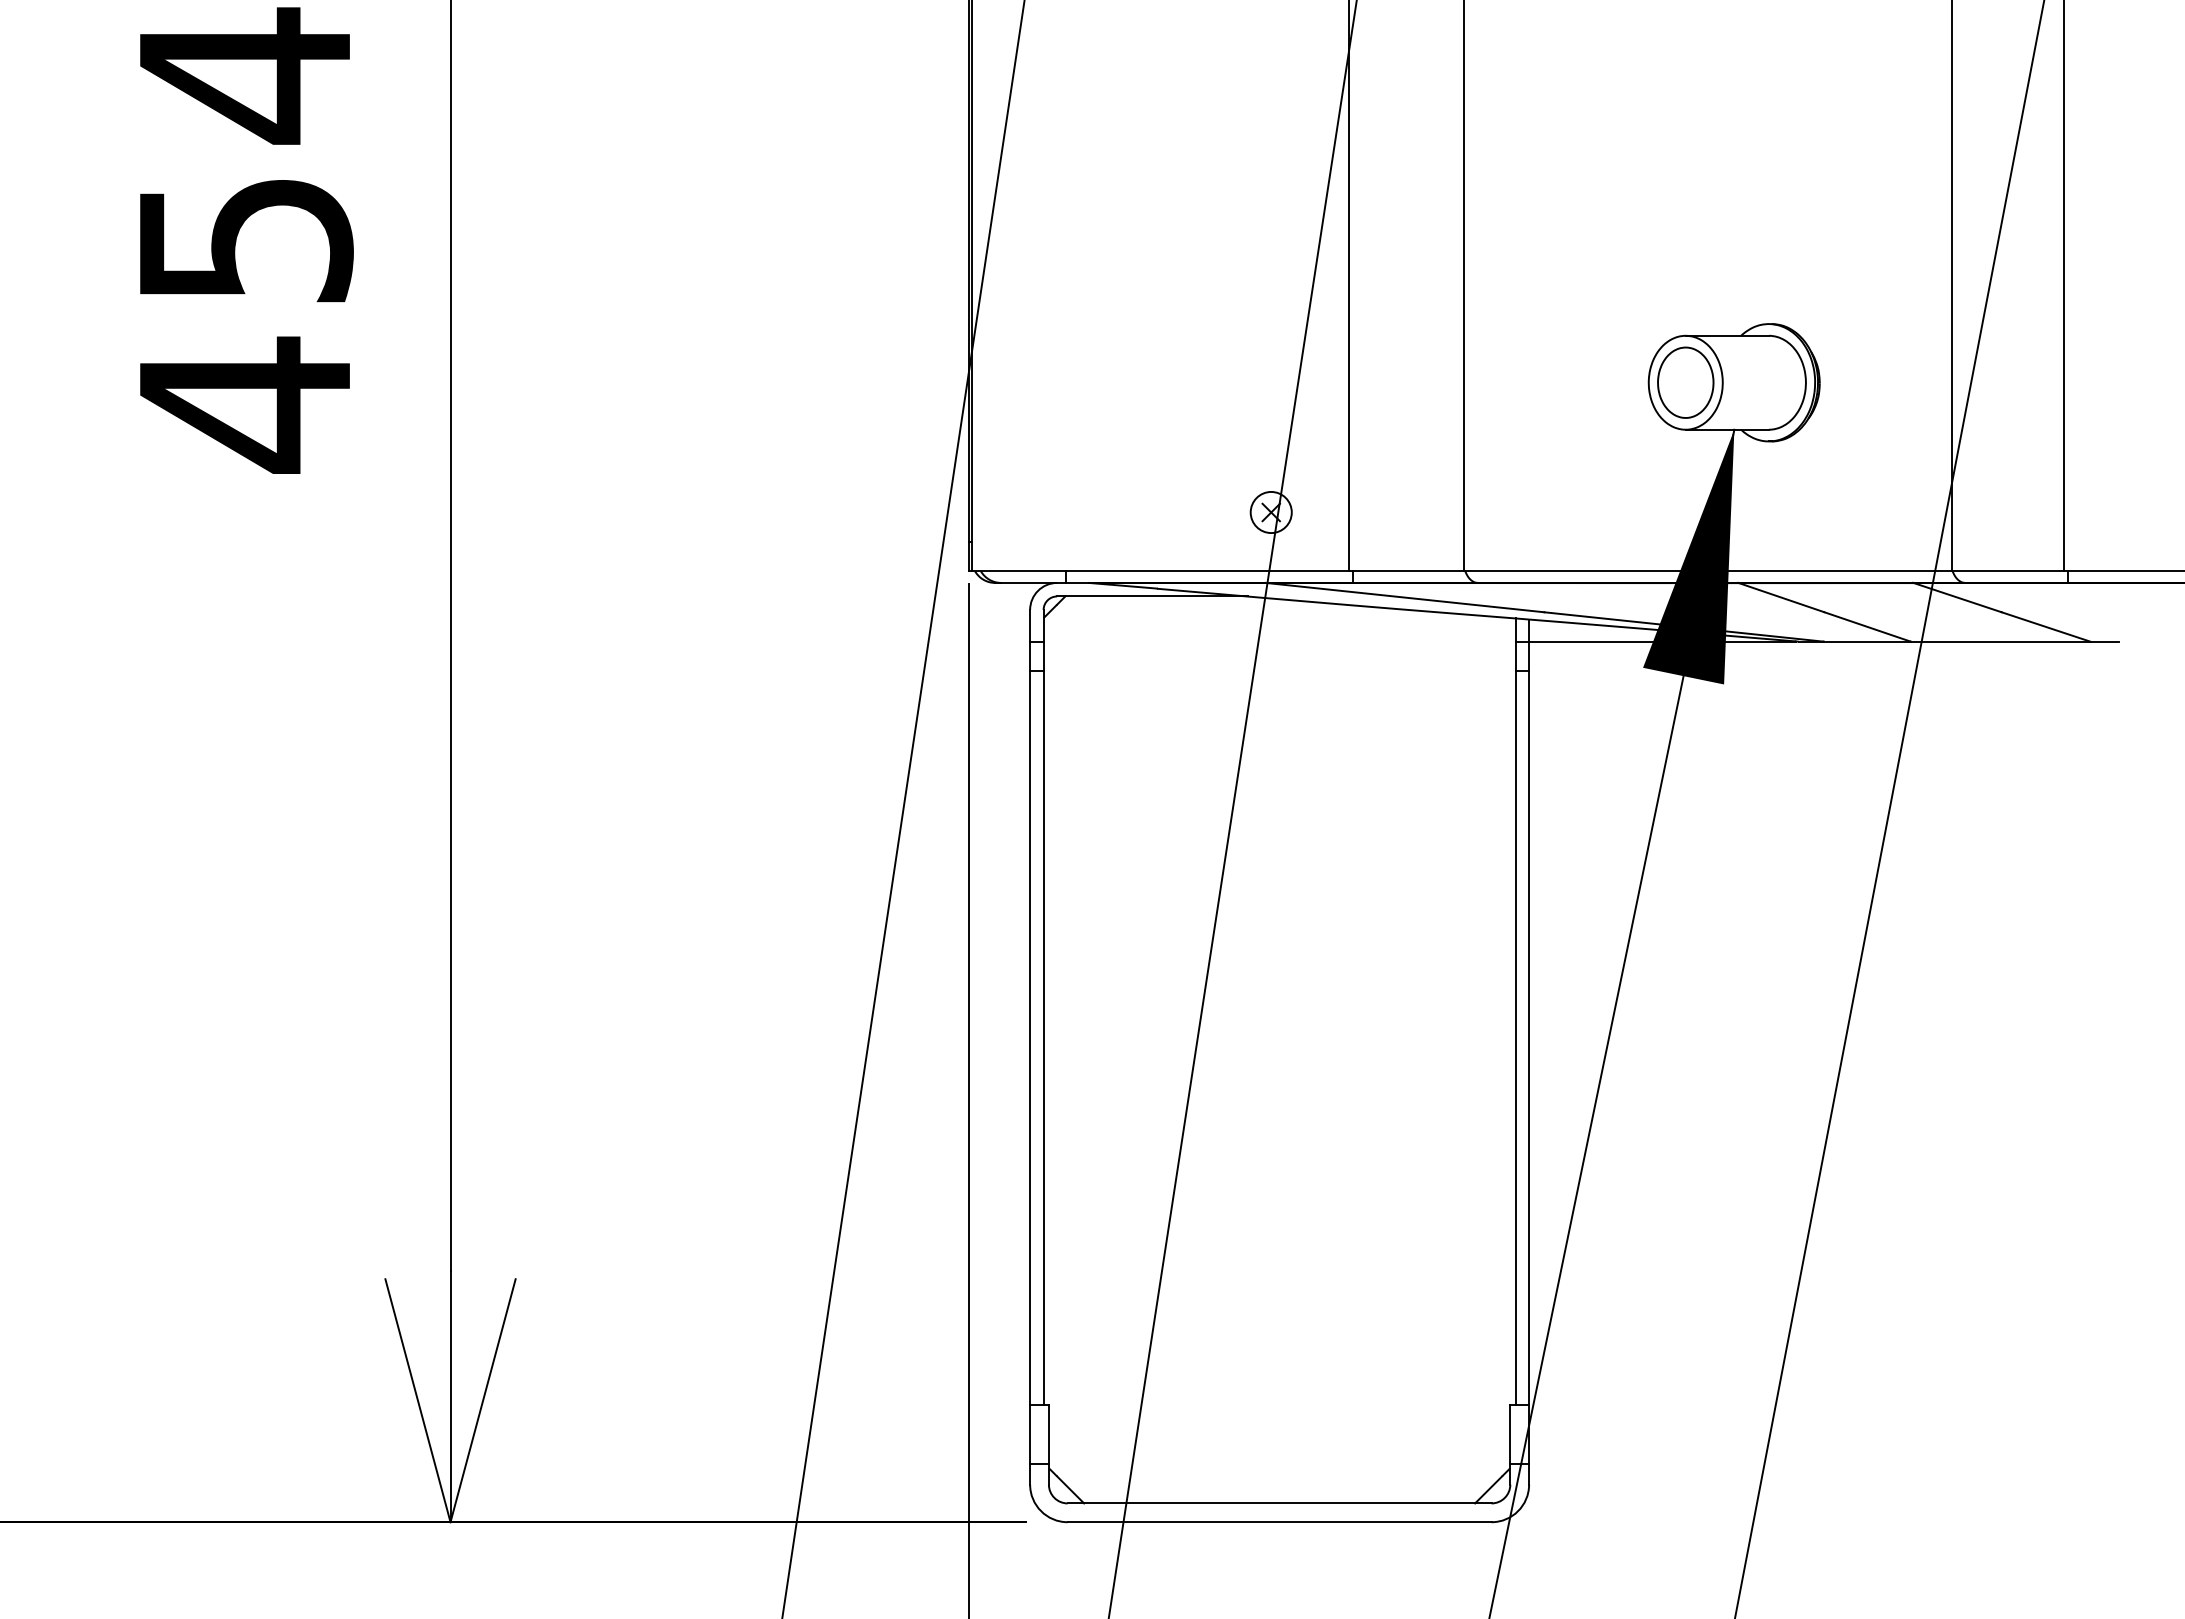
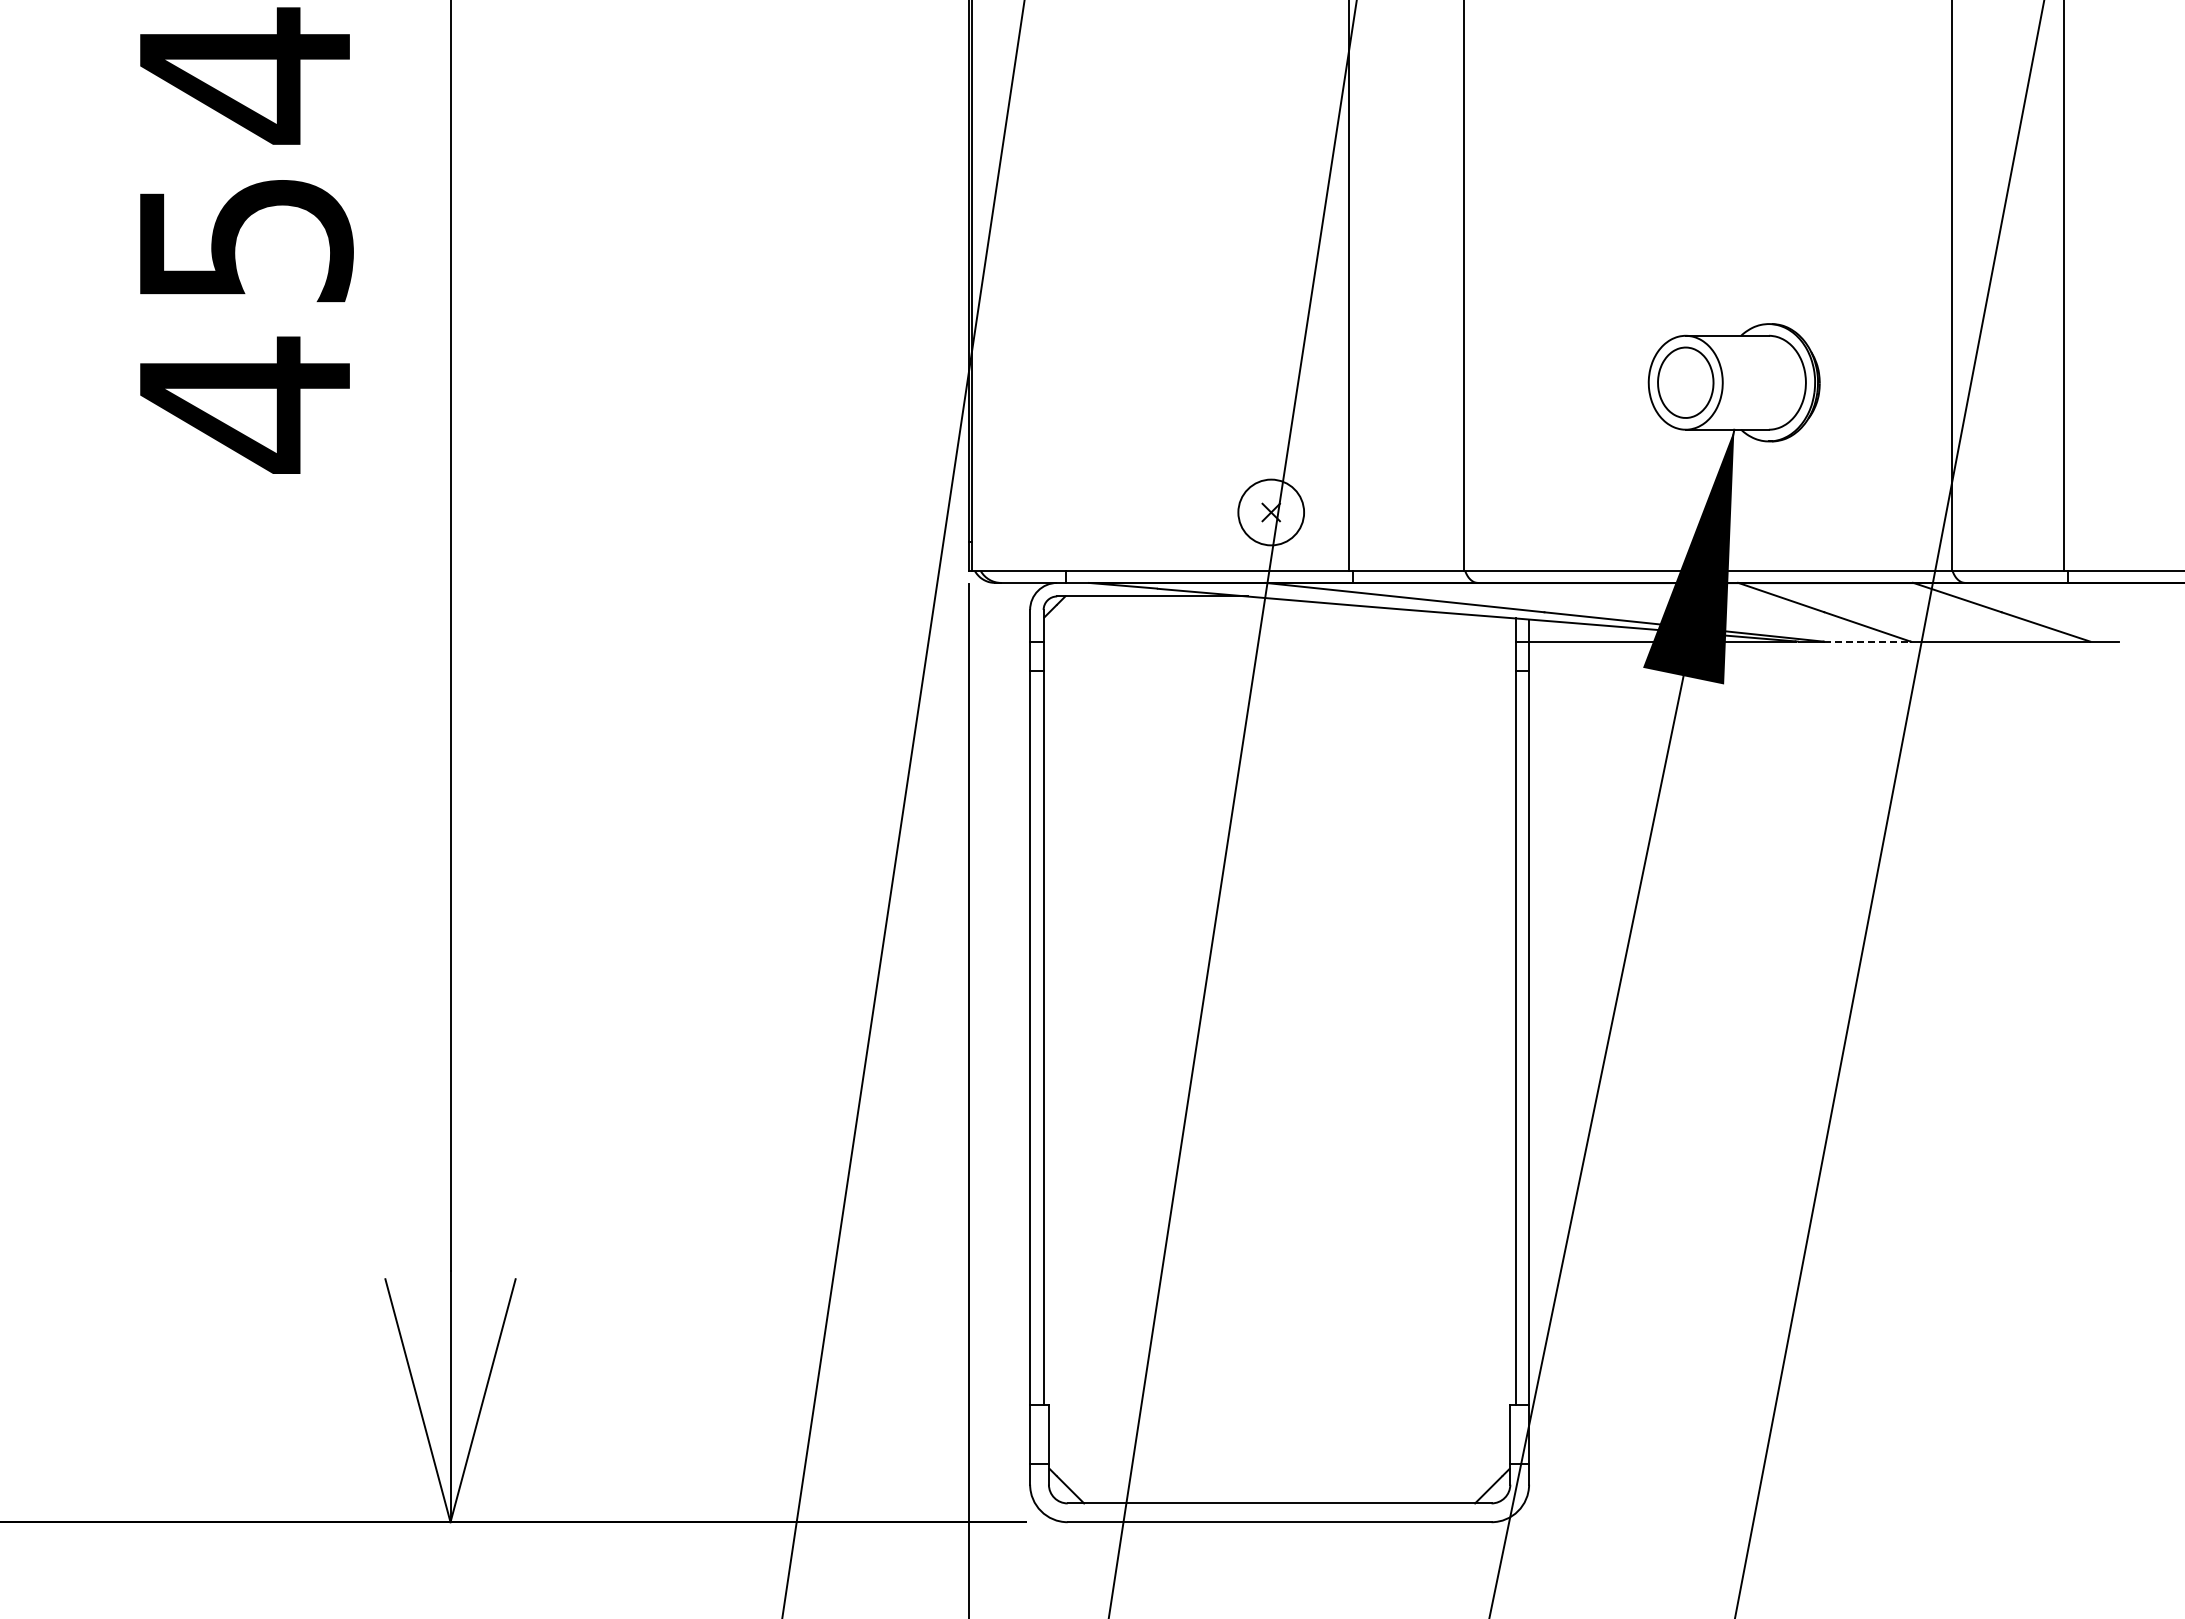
circle at (1270, 512) diameter: 41 px -> 66 px
line at (1867, 641): solid -> dashed
